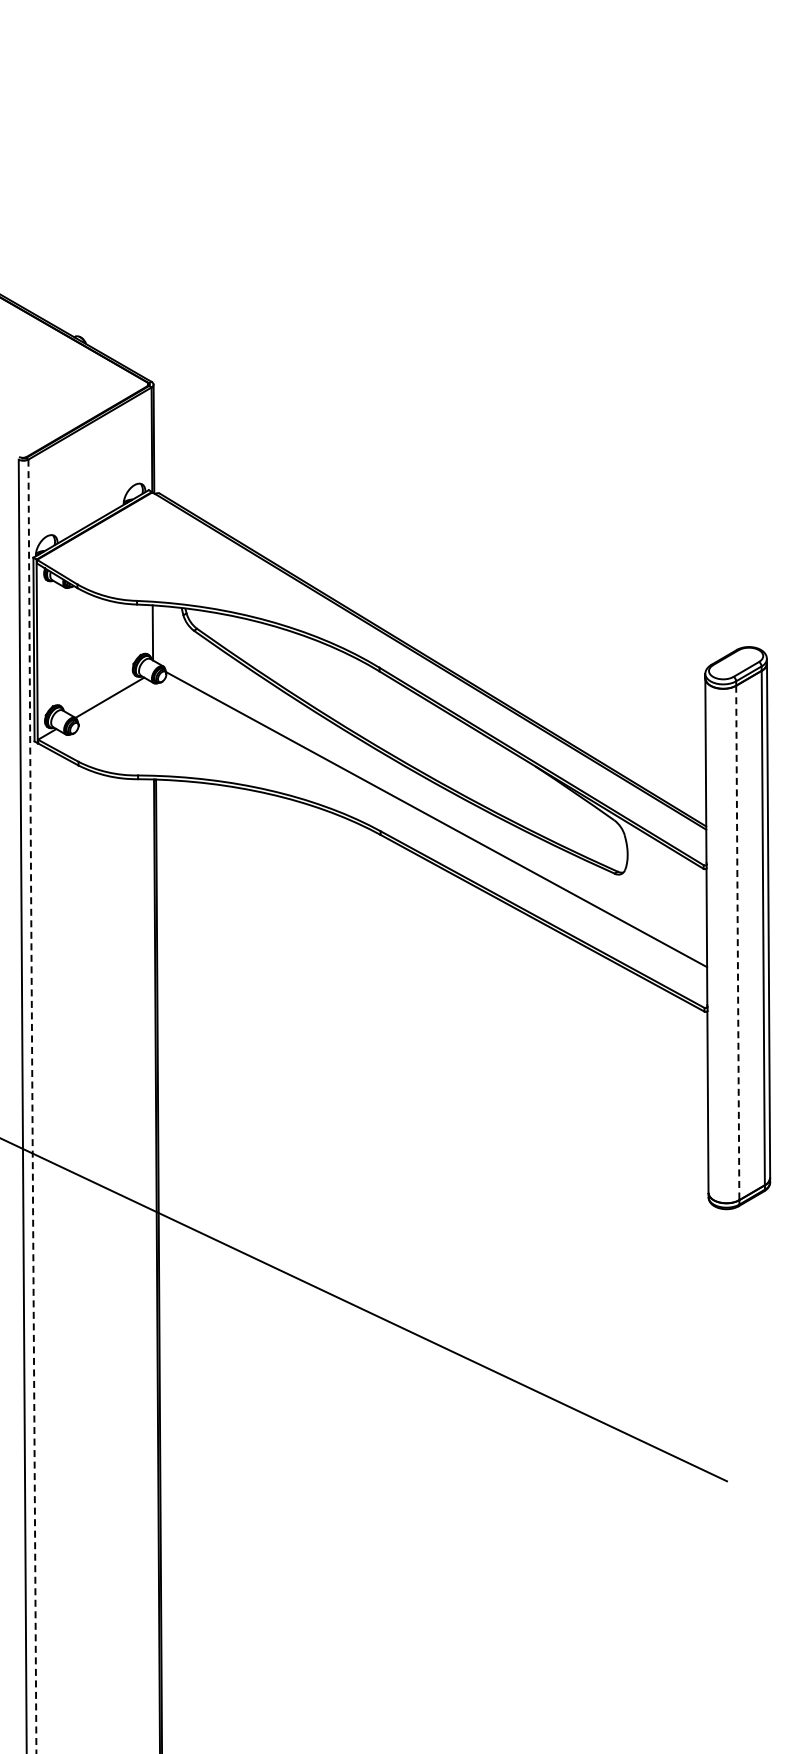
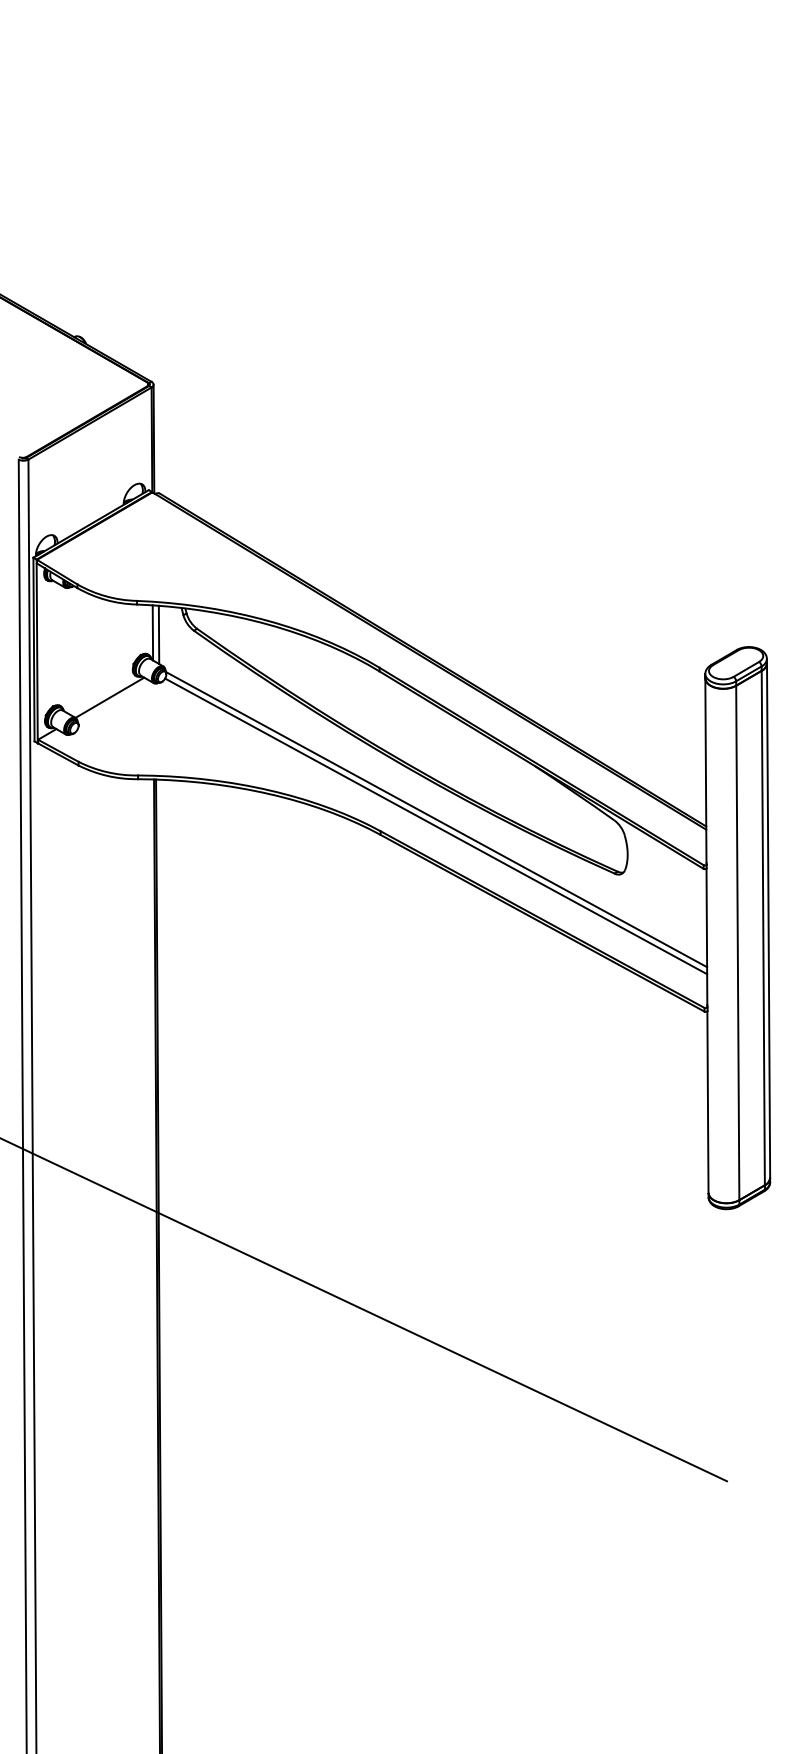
line at (158, 634): none -> present
line at (436, 826): none -> present
line at (737, 943): dashed -> solid
line at (32, 1106): dashed -> solid
